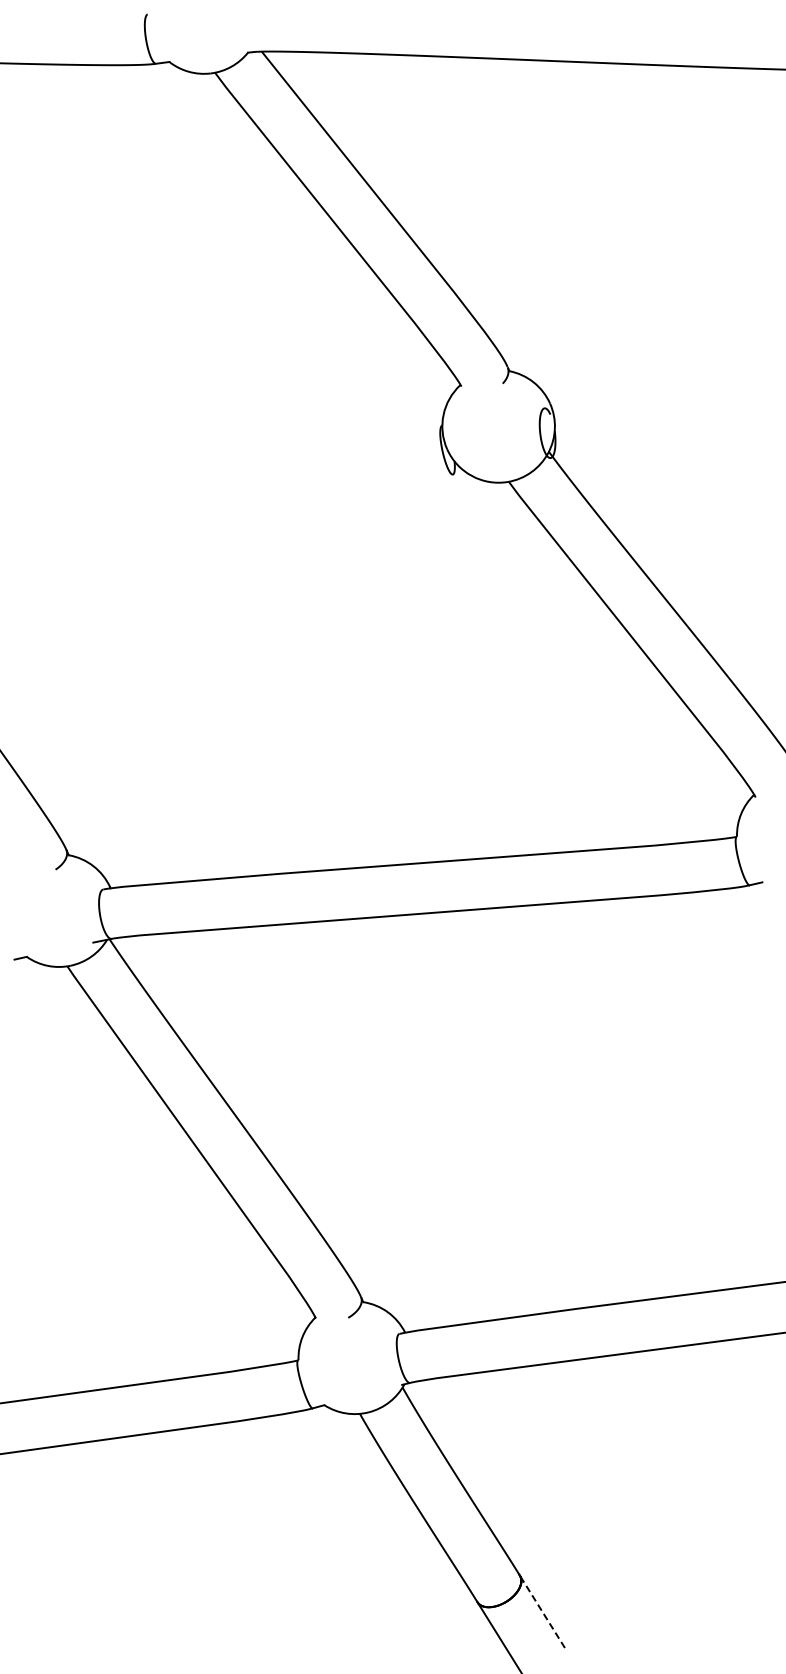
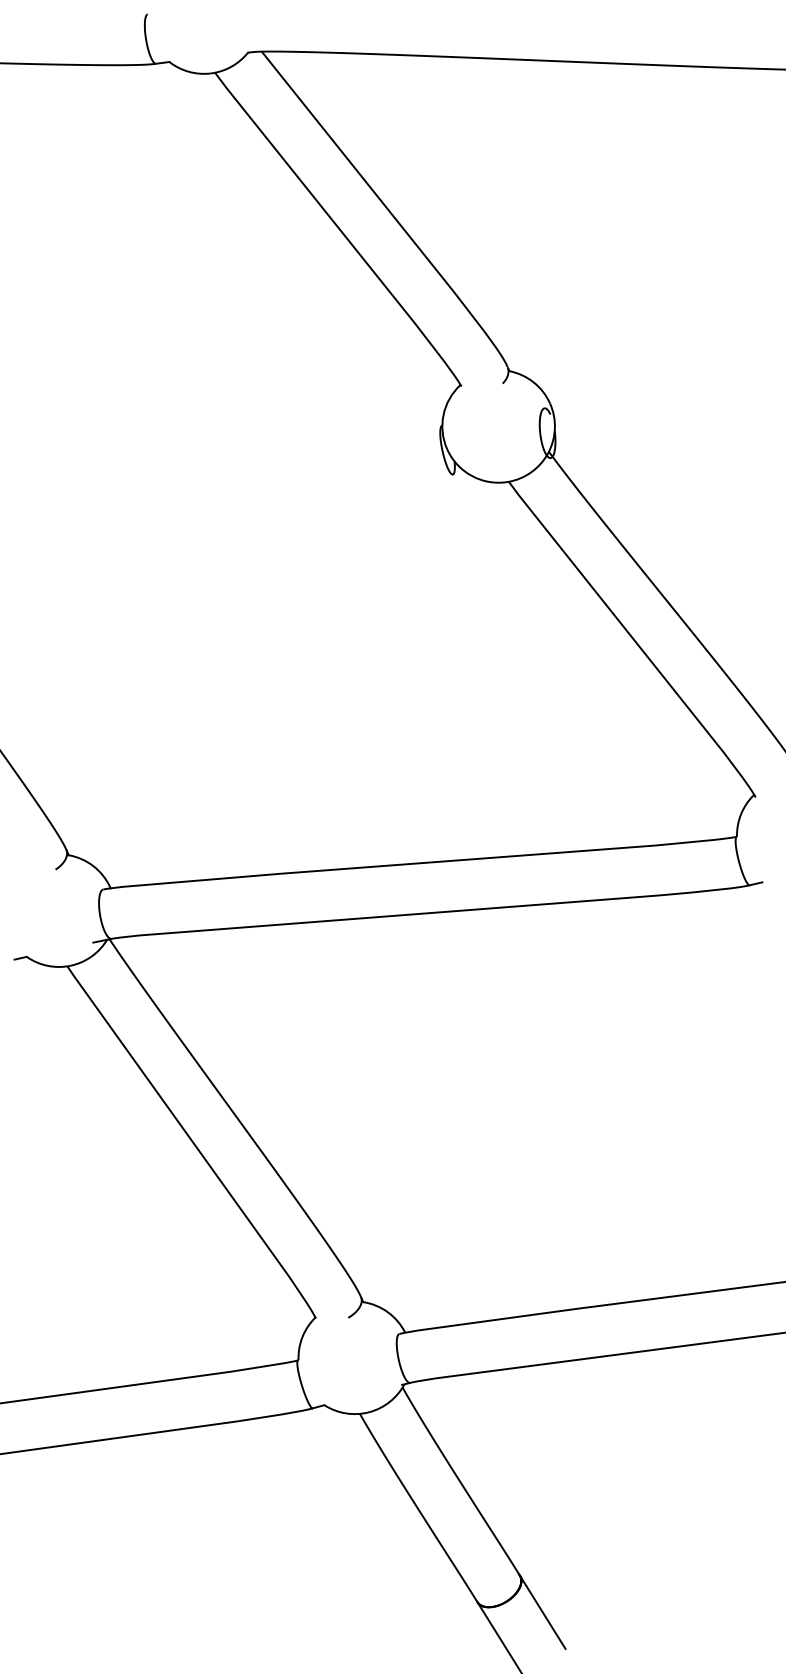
line at (543, 1612): dashed -> solid
